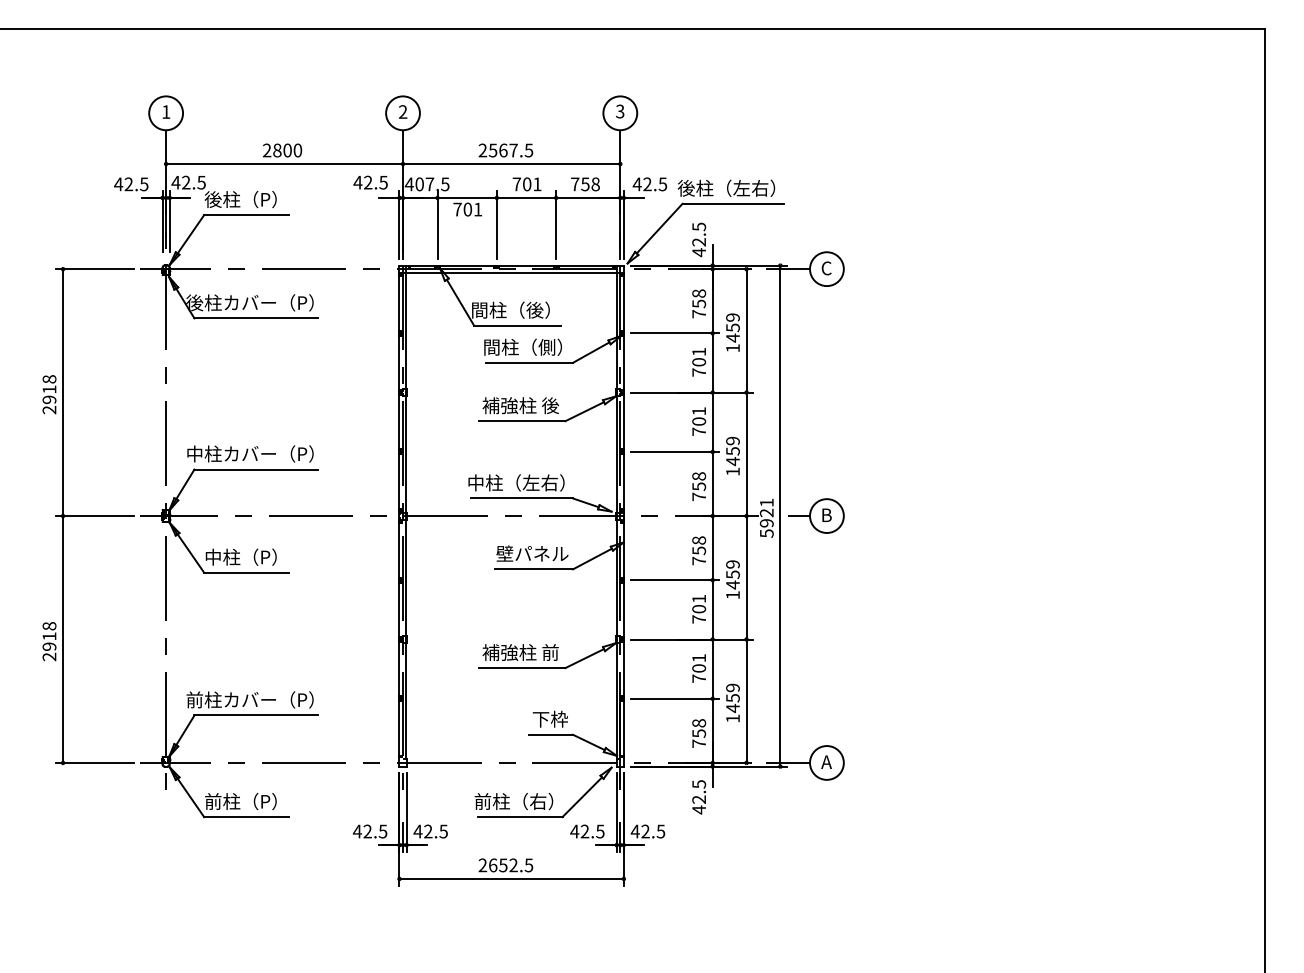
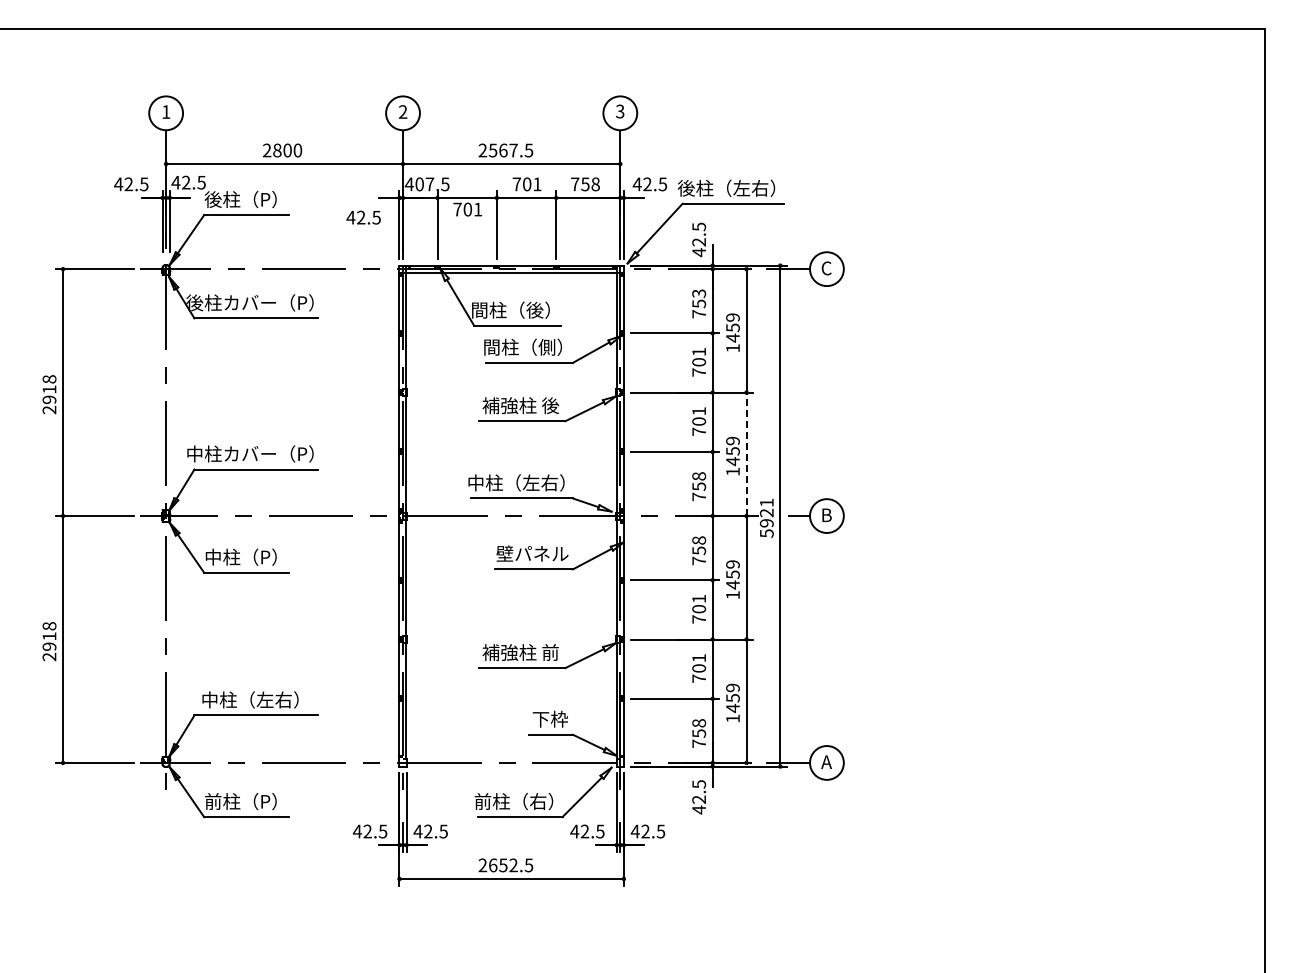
text at (370, 182) position: (370, 182) -> (363, 217)
text at (698, 293): 758 -> 753
line at (746, 454): solid -> dashed
text at (249, 699): 前柱カバー（P） -> 中柱（左右）
